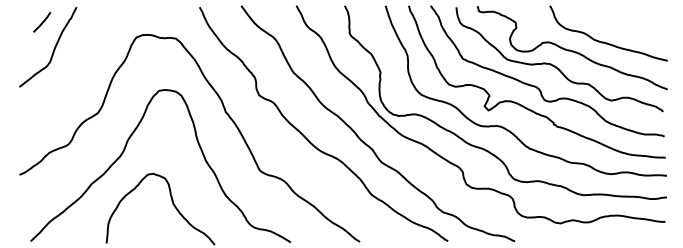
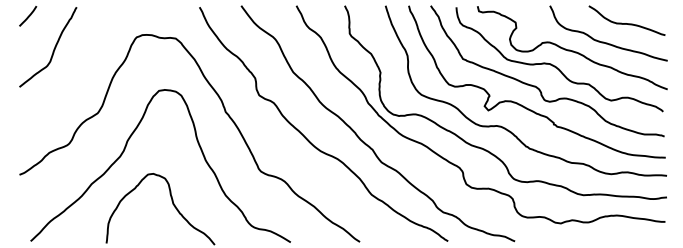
line at (42, 22) position: (42, 22) -> (28, 16)
curve at (626, 23): none -> present
